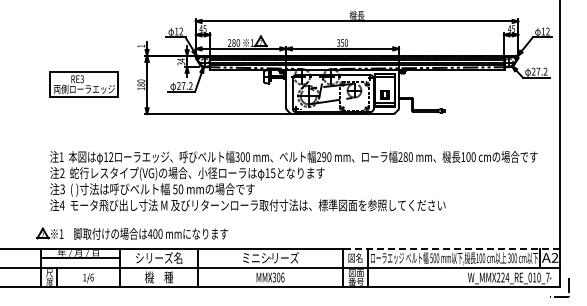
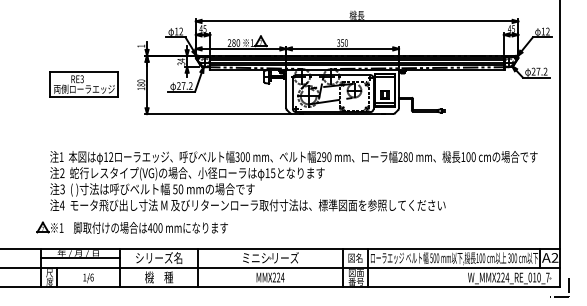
part at (131, 233) position: (131, 233) -> (131, 227)
line at (450, 248): dashed -> solid
text at (278, 277): MMX306 -> MMX224
